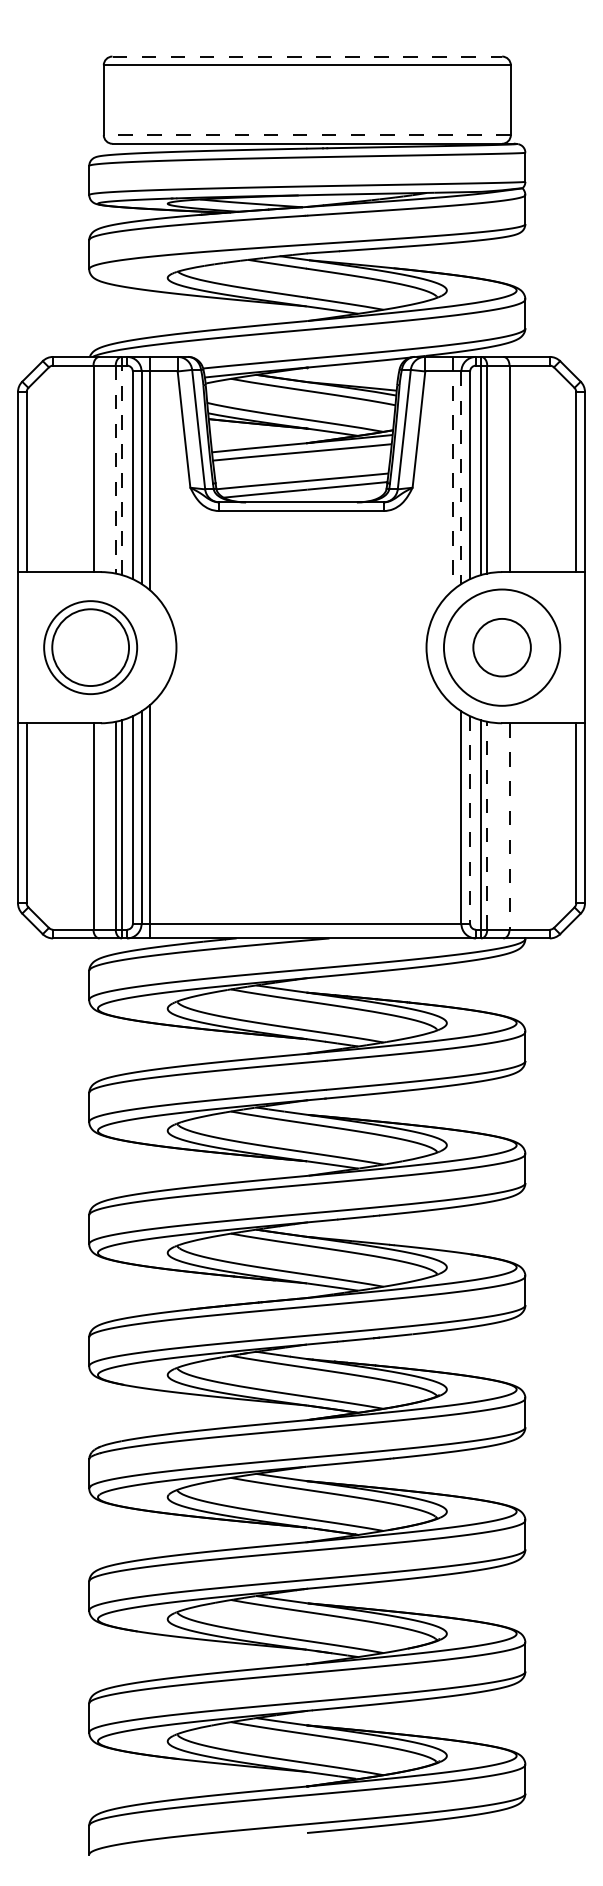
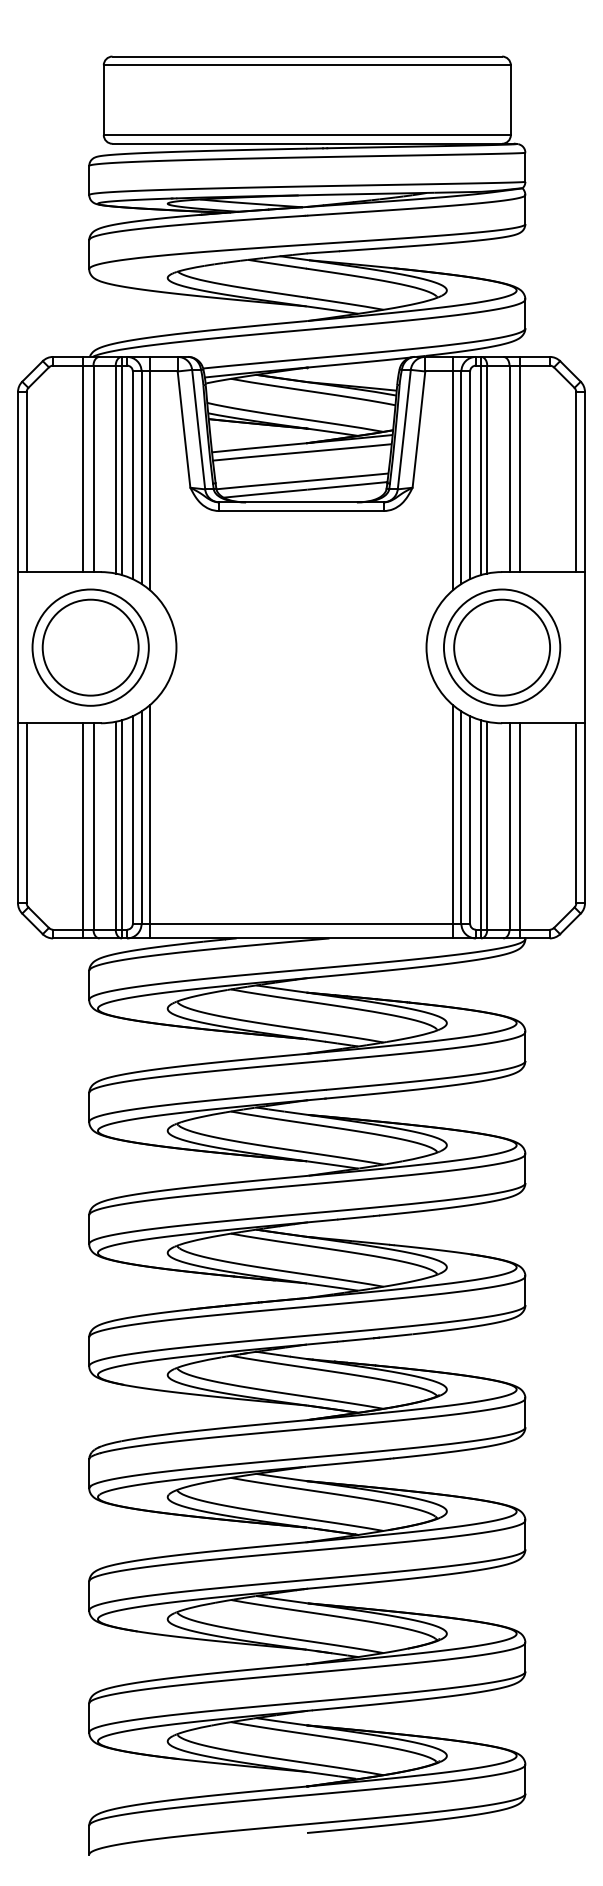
line at (307, 56): dashed -> solid
line at (307, 135): dashed -> solid
line at (83, 464): none -> present
line at (519, 464): none -> present
line at (121, 466): dashed -> solid
line at (115, 469): dashed -> solid
line at (452, 473): dashed -> solid
line at (461, 478): dashed -> solid
part at (90, 647) size: 96x96 px -> 119x119 px
circle at (501, 647) diameter: 58 px -> 96 px
line at (470, 820): dashed -> solid
line at (452, 821): none -> present
line at (487, 825): dashed -> solid
line at (509, 827): dashed -> solid
line at (83, 830): none -> present
line at (519, 830): none -> present
